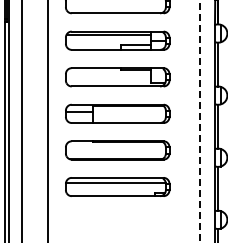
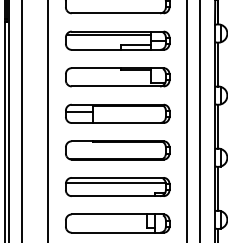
line at (187, 120): none -> present
line at (199, 121): dashed -> solid
part at (117, 223): none -> present
